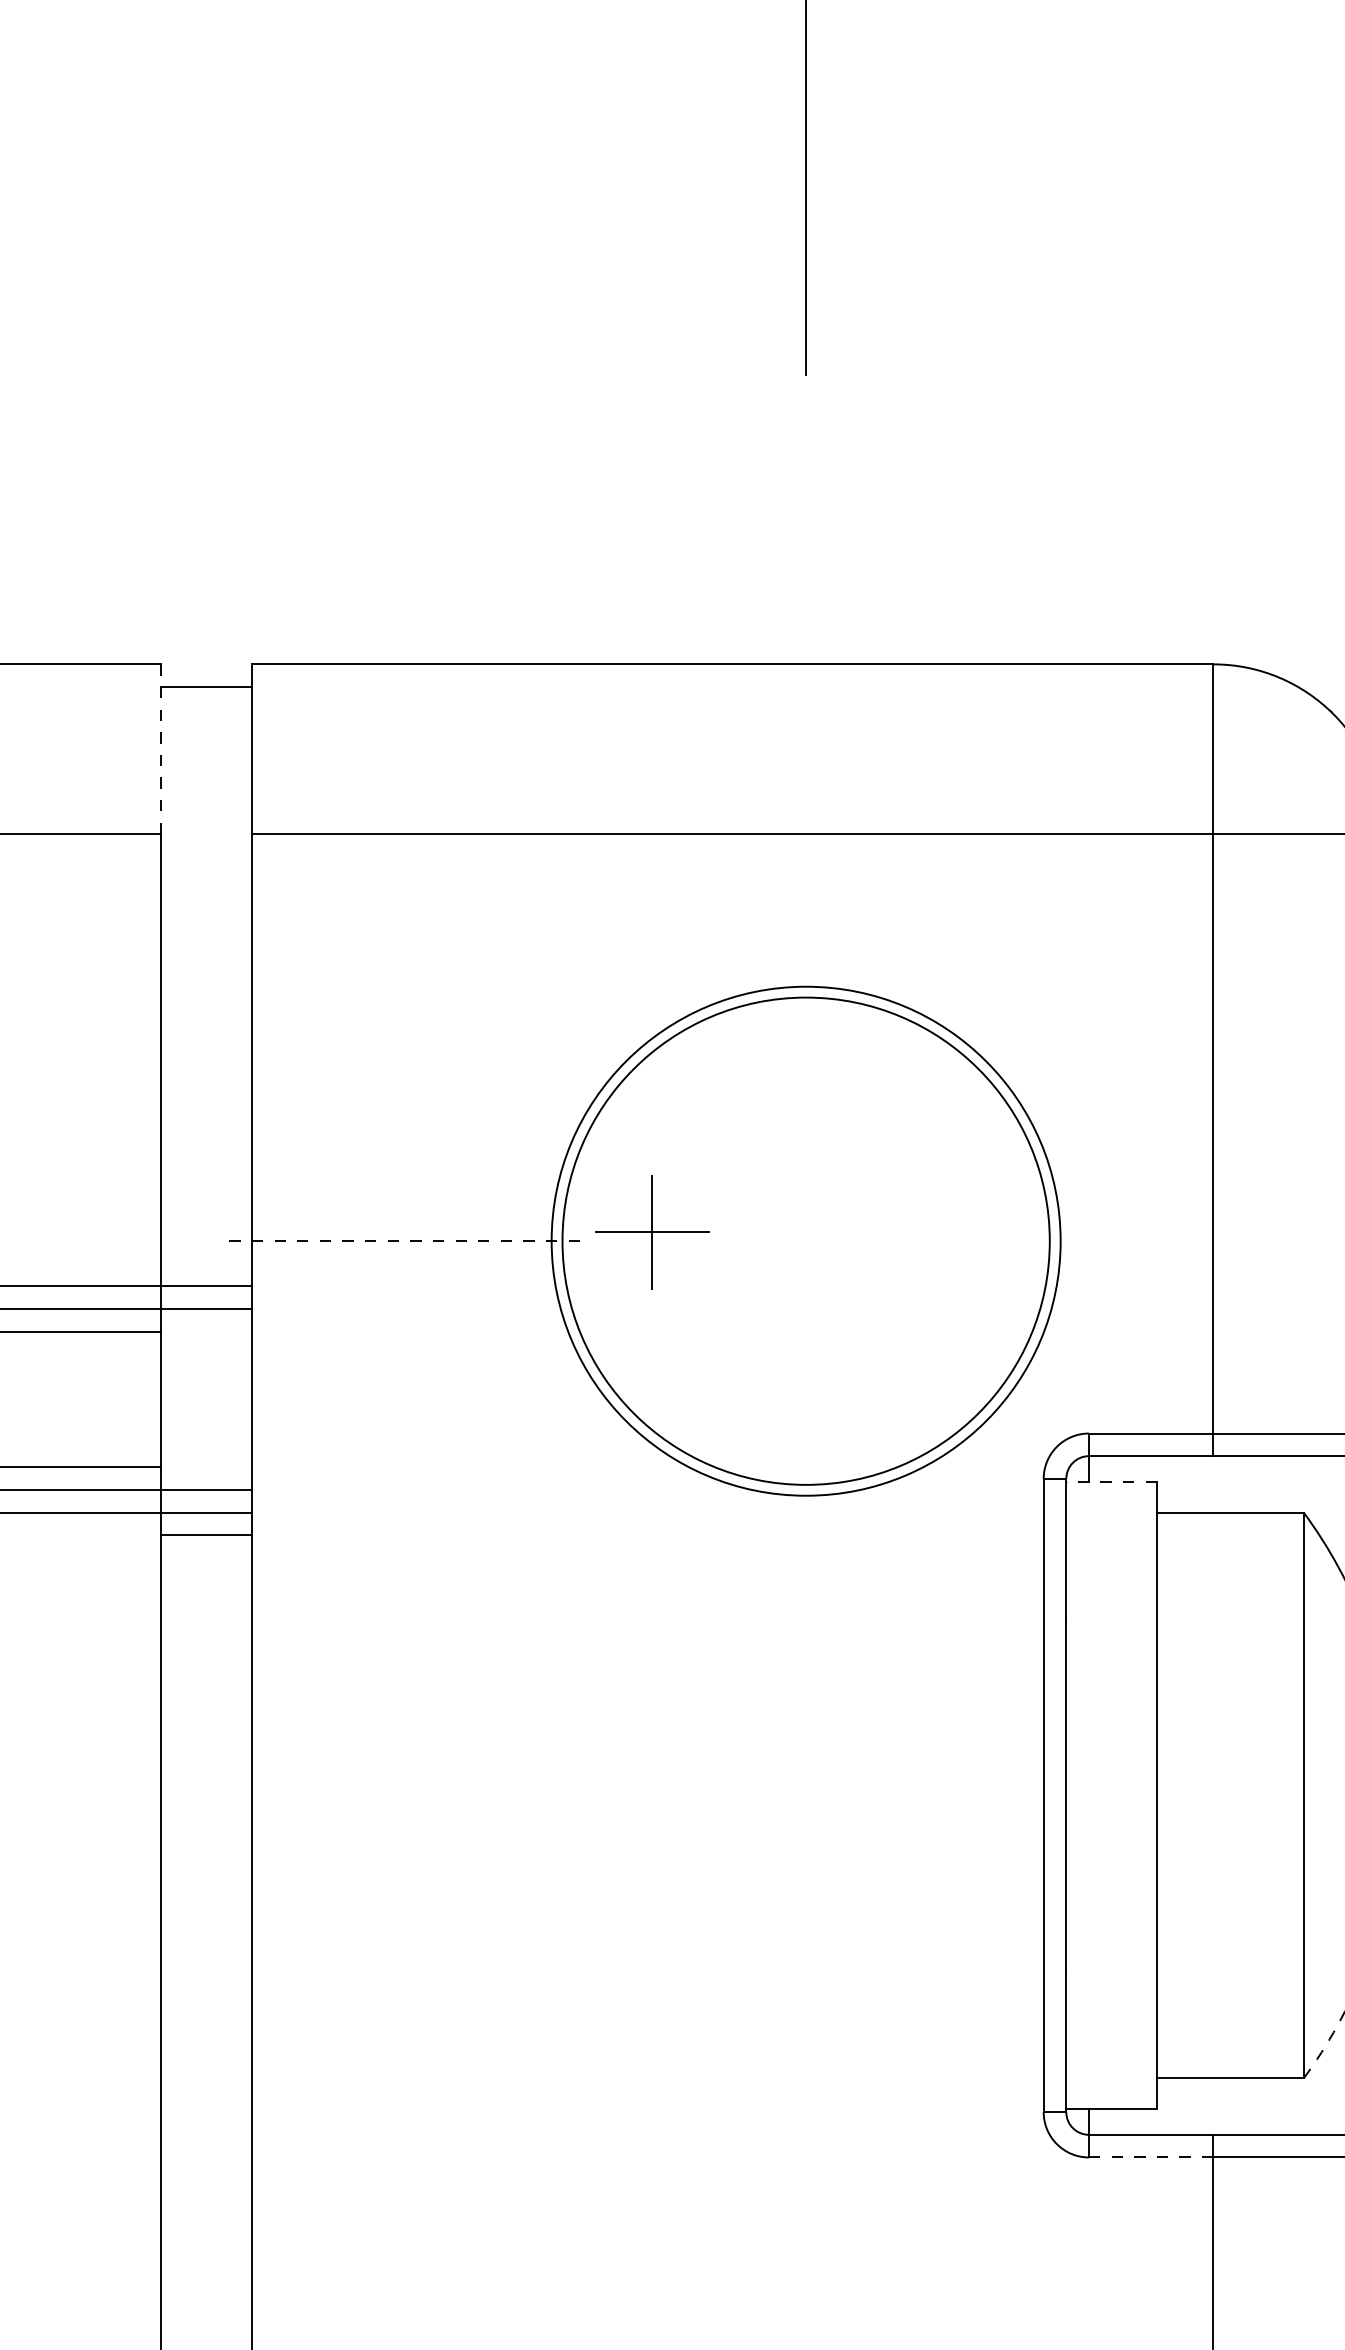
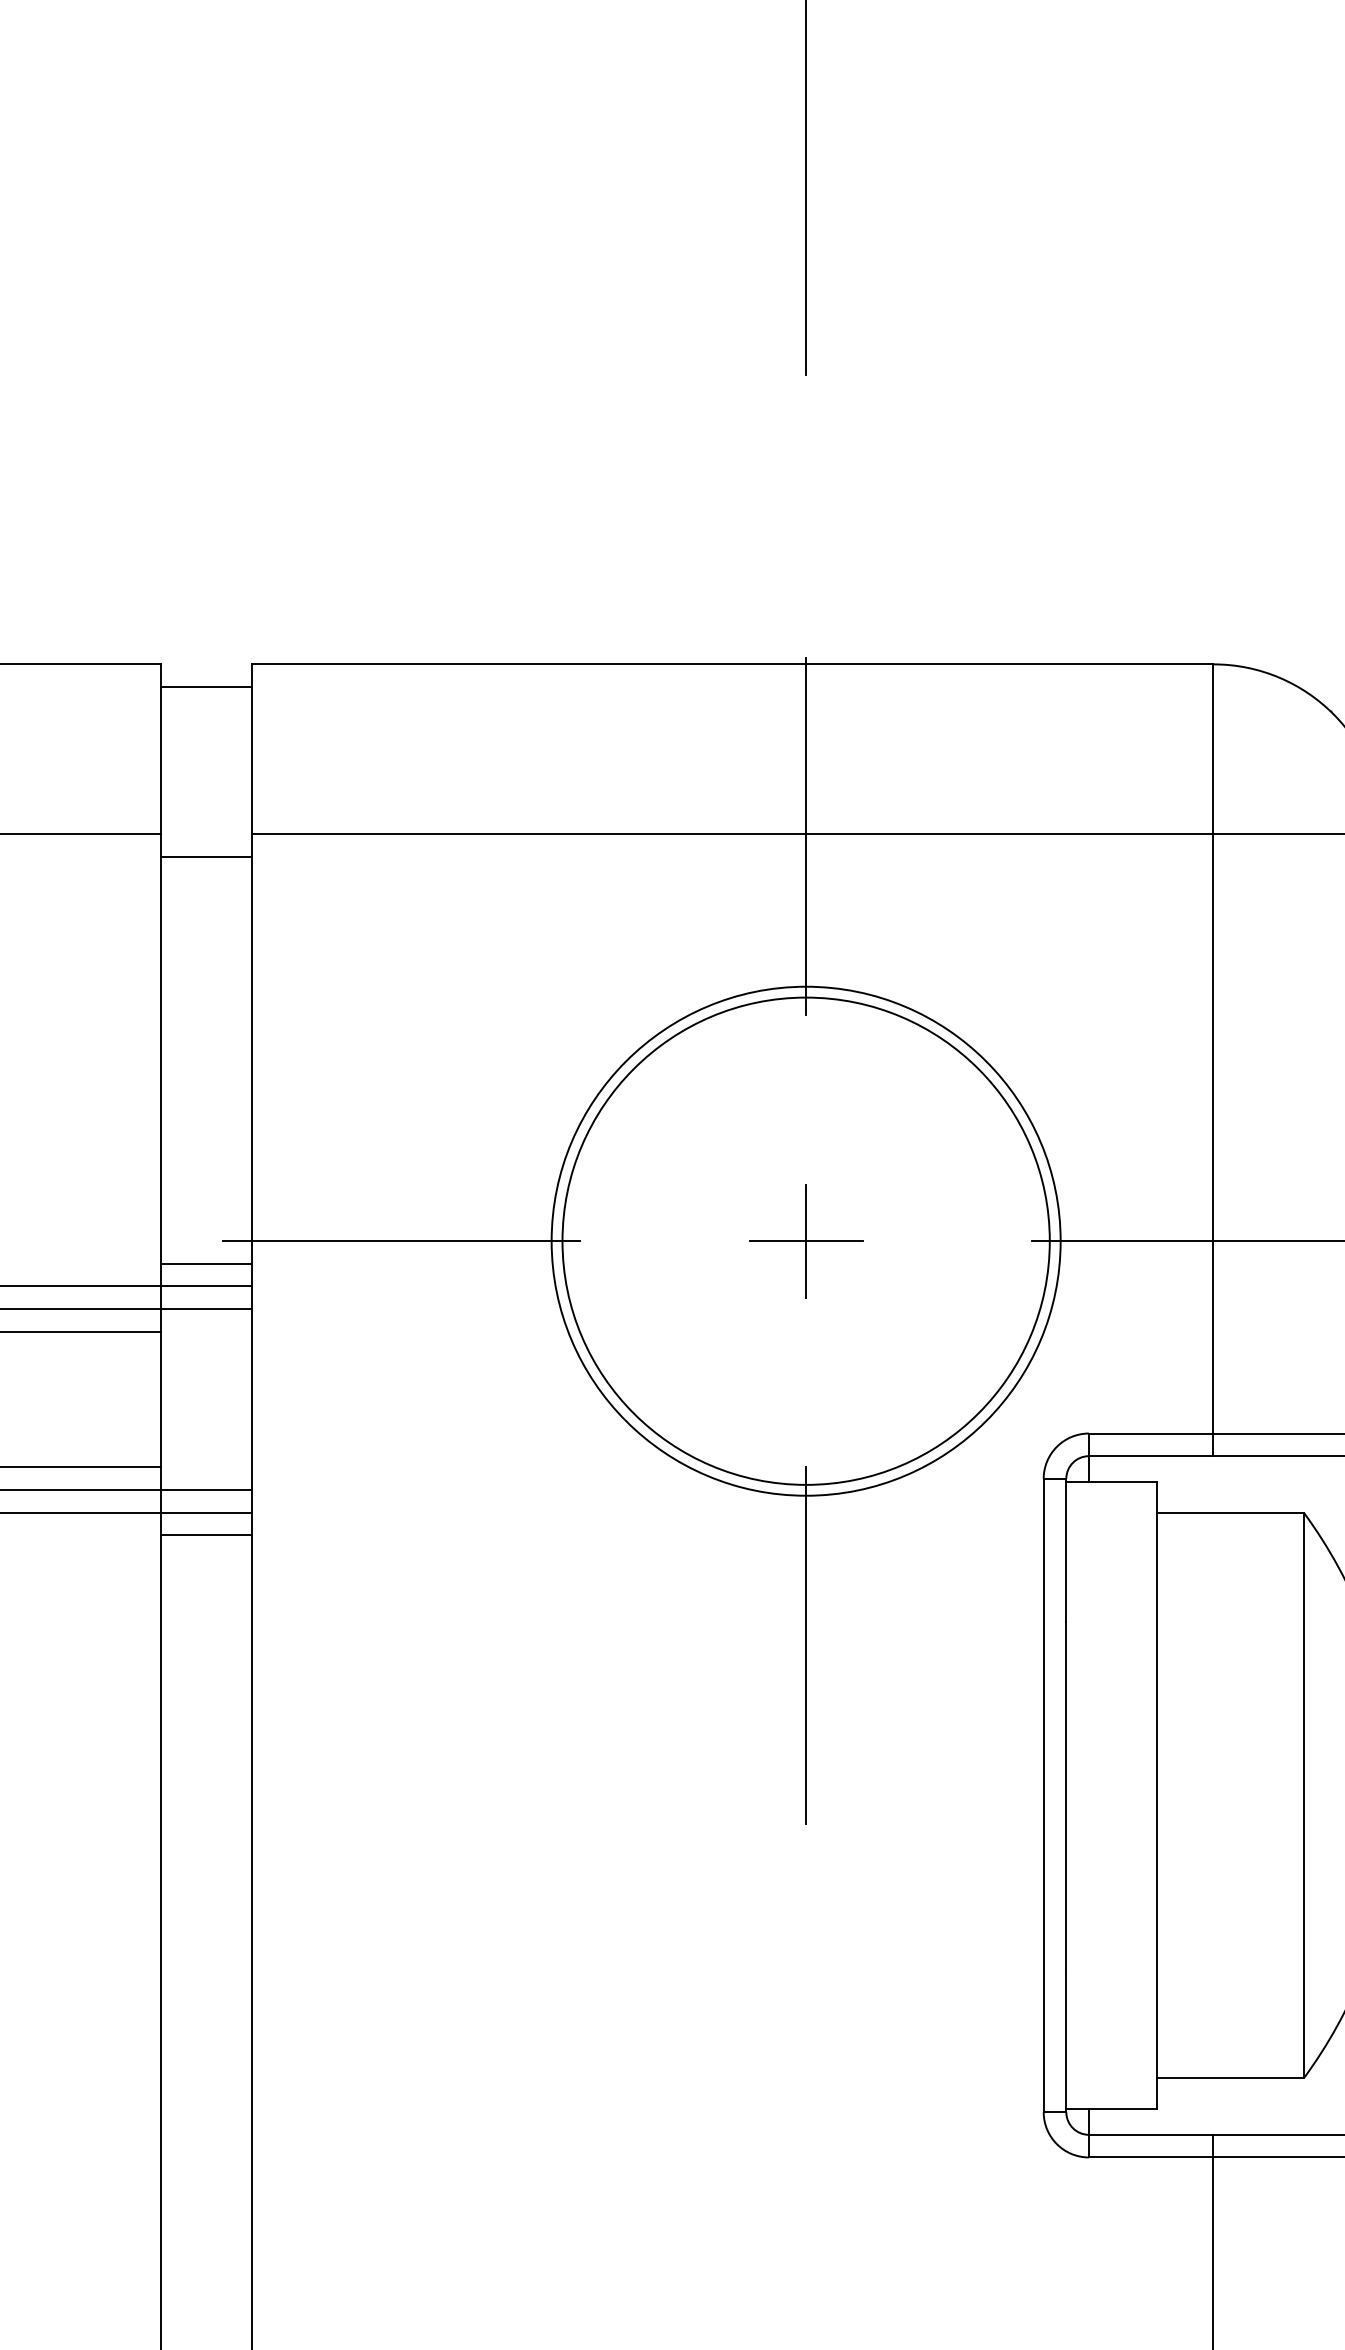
line at (161, 749): dashed -> solid
line at (806, 836): none -> present
line at (206, 856): none -> present
part at (652, 1232) position: (652, 1232) -> (806, 1241)
line at (401, 1241): dashed -> solid
line at (1186, 1241): none -> present
line at (206, 1263): none -> present
line at (1111, 1481): dashed -> solid
line at (806, 1645): none -> present
arc at (1325, 2045): dashed -> solid
line at (1150, 2157): dashed -> solid
